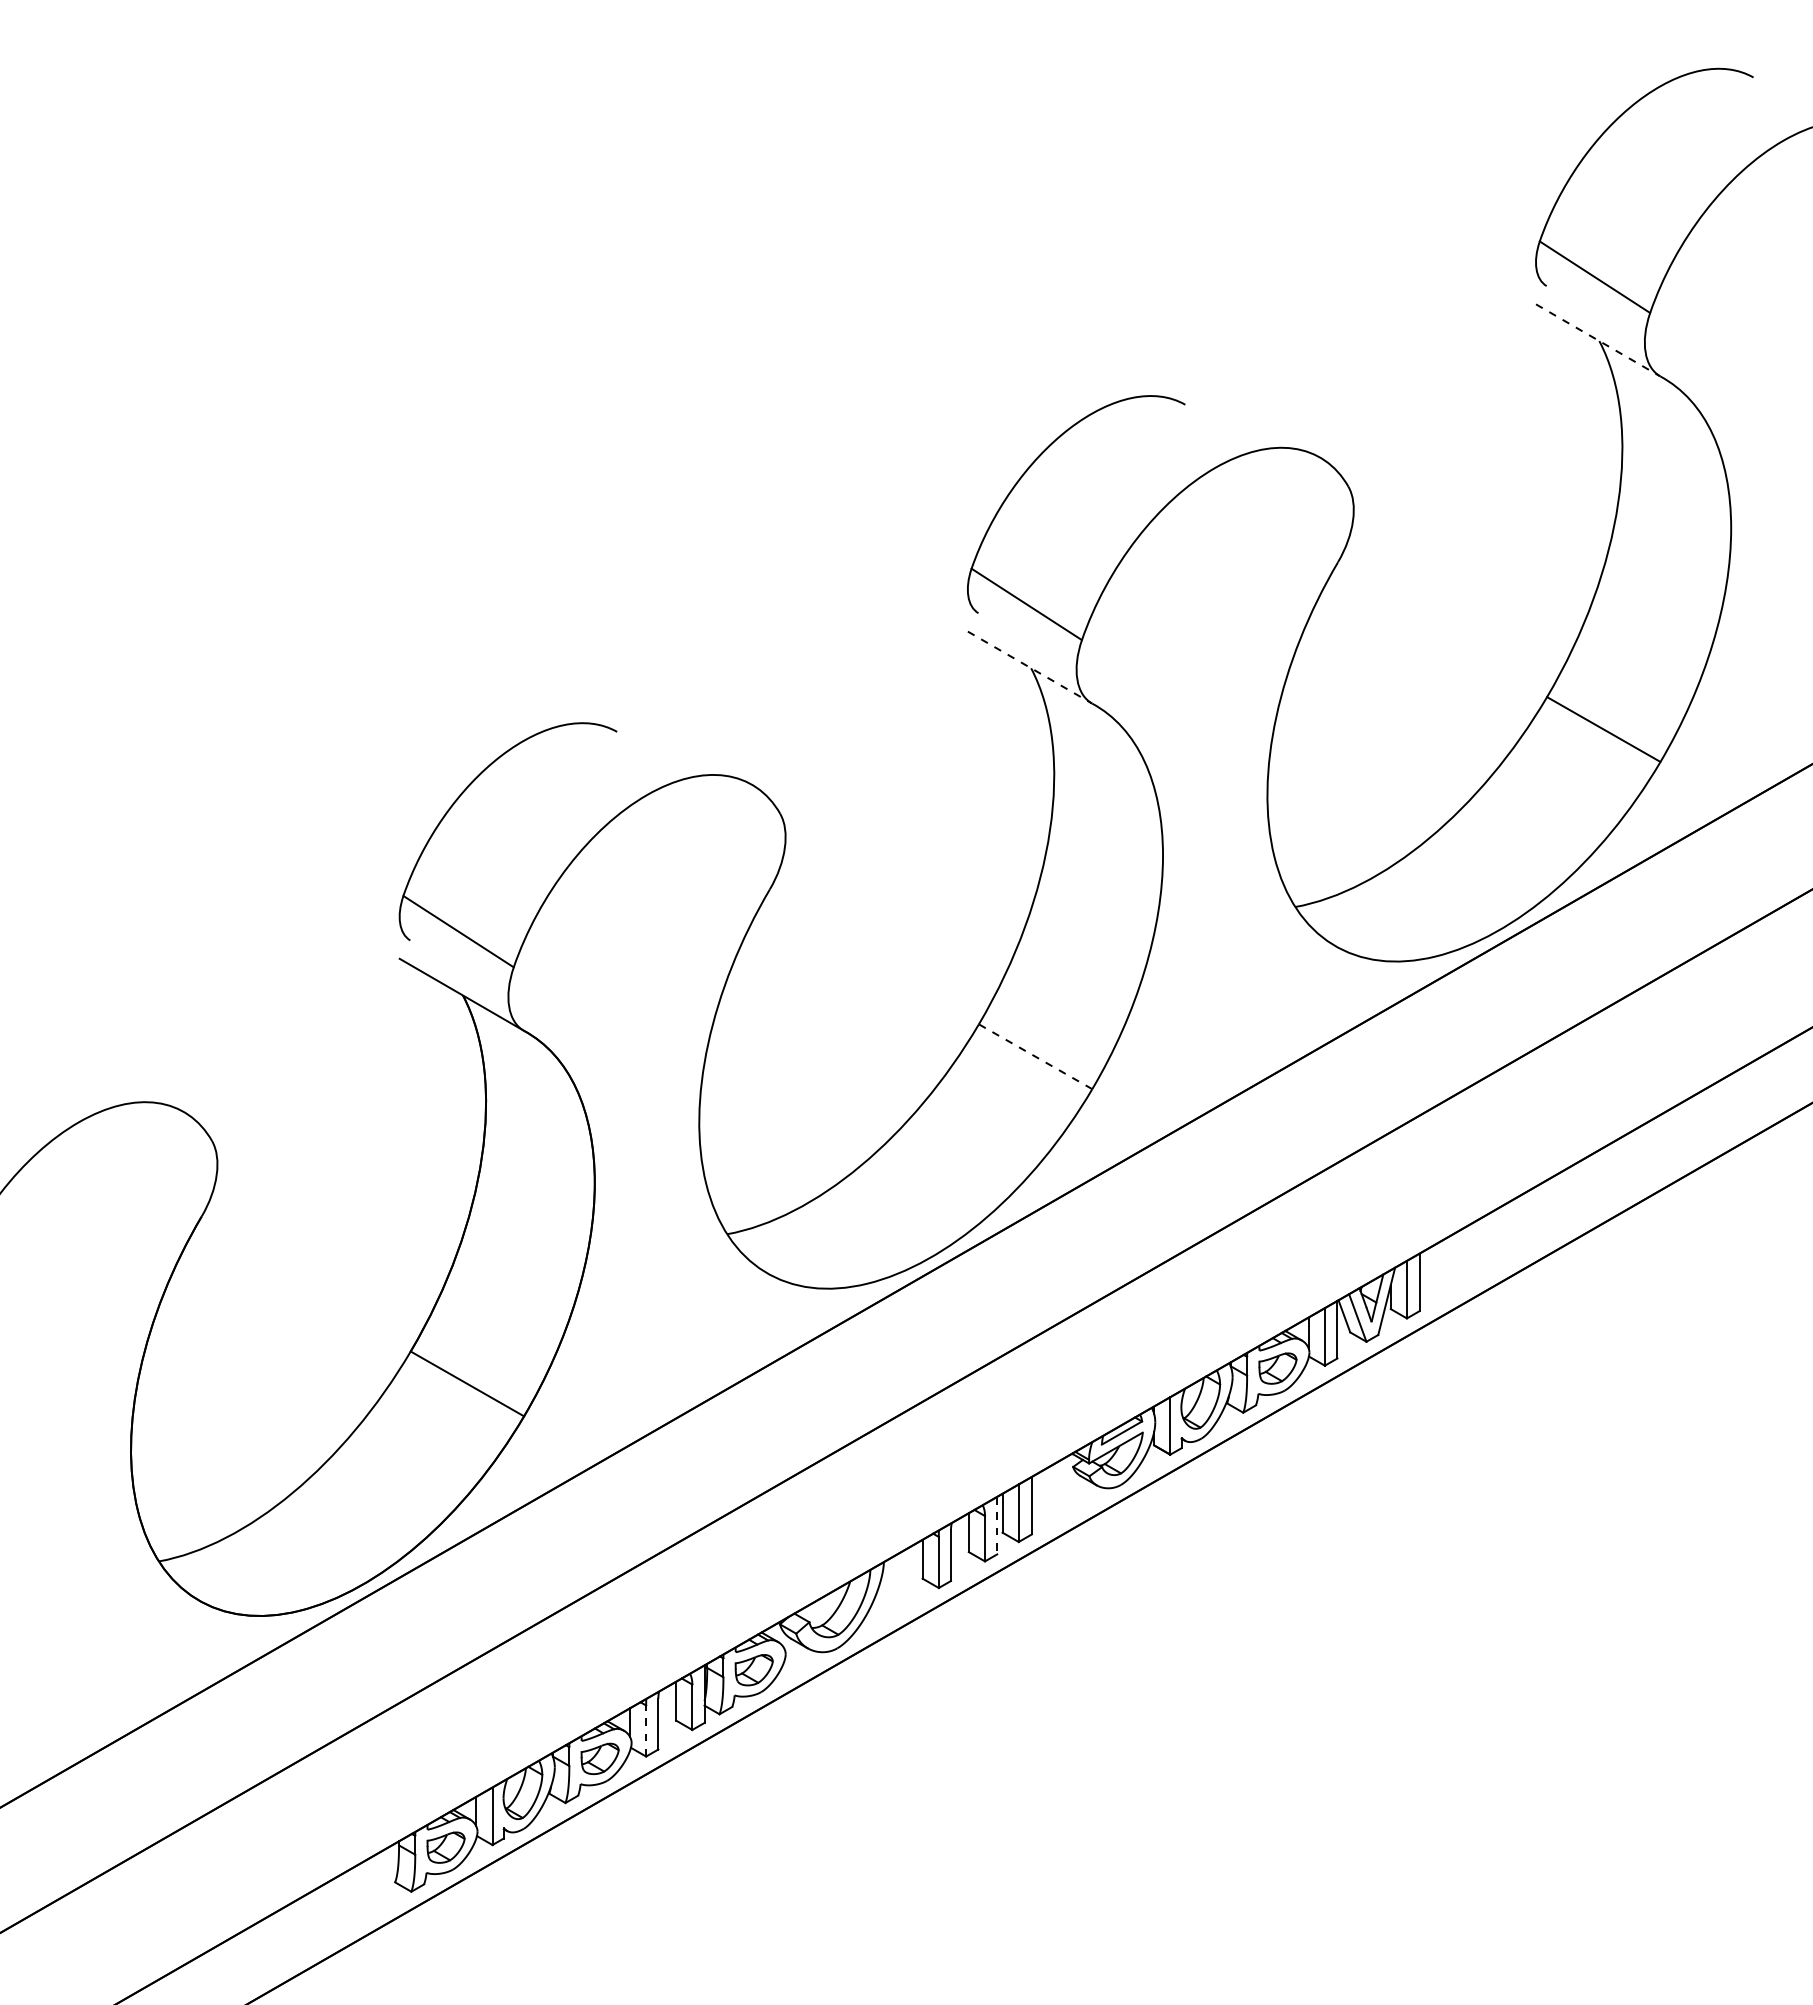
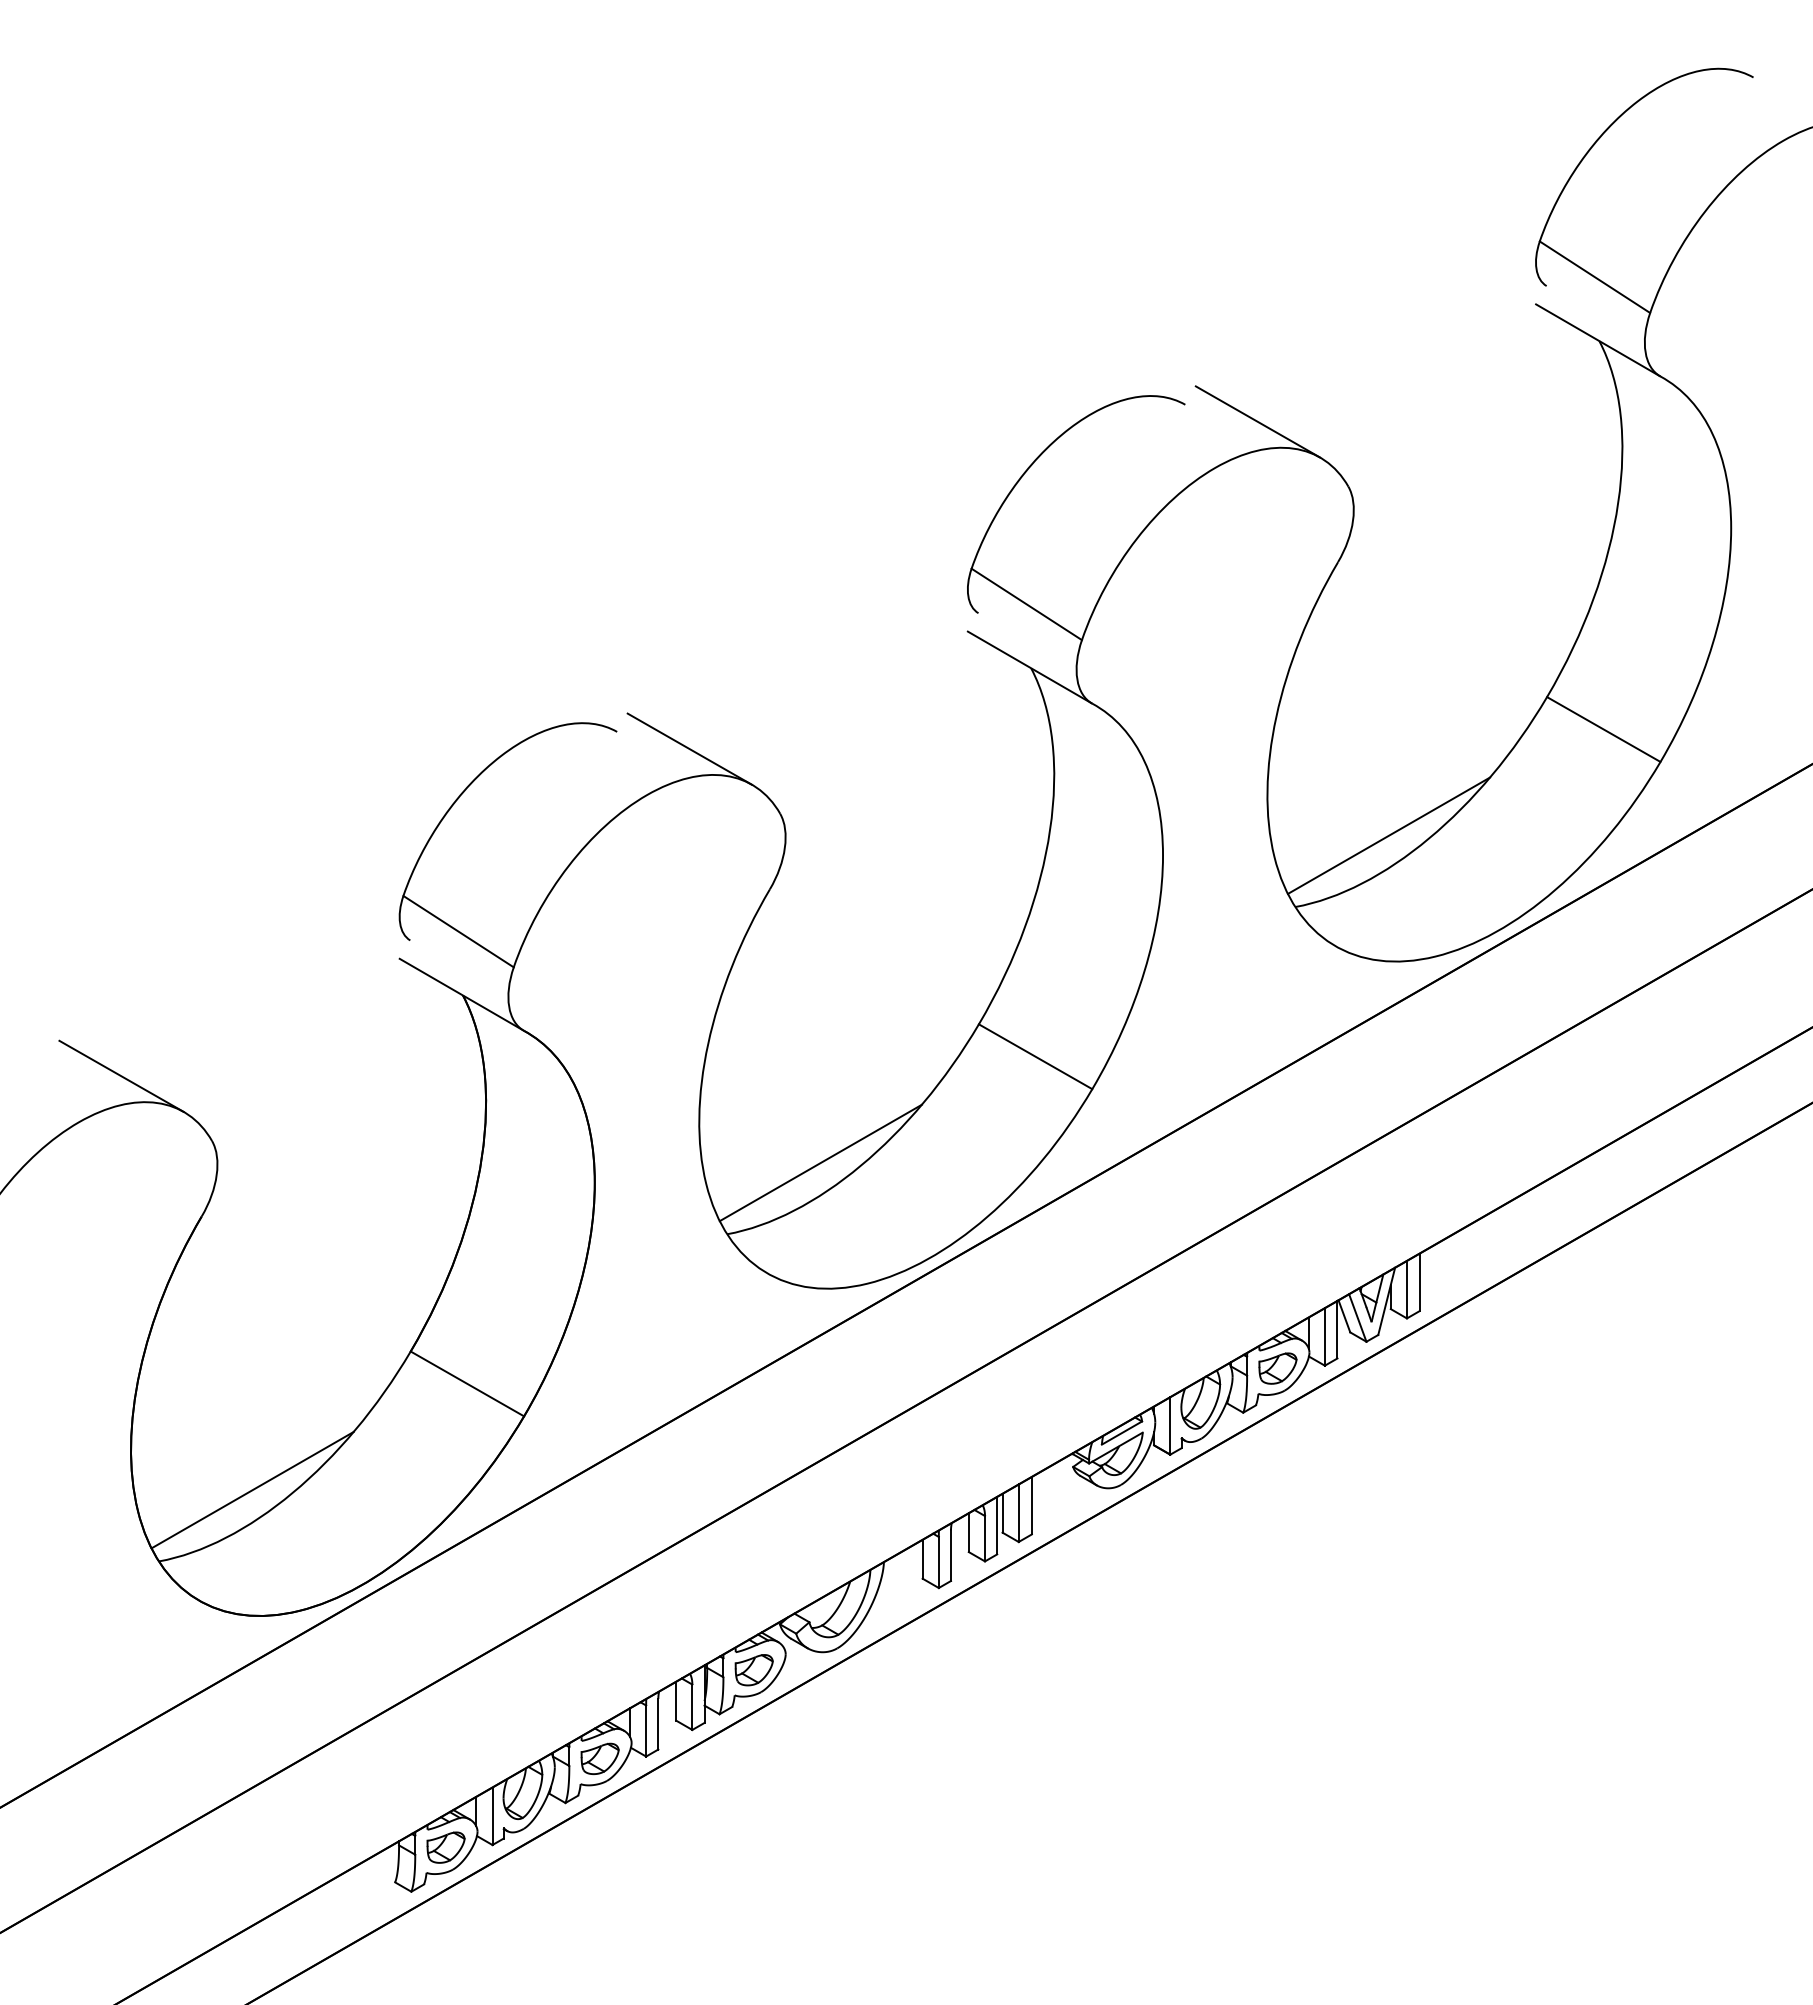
line at (1597, 340): dashed -> solid
line at (1257, 421): none -> present
line at (1029, 667): dashed -> solid
line at (689, 748): none -> present
line at (1388, 835): none -> present
line at (1035, 1056): dashed -> solid
line at (121, 1075): none -> present
line at (820, 1162): none -> present
line at (252, 1489): none -> present
line at (997, 1525): dashed -> solid
line at (646, 1731): dashed -> solid
